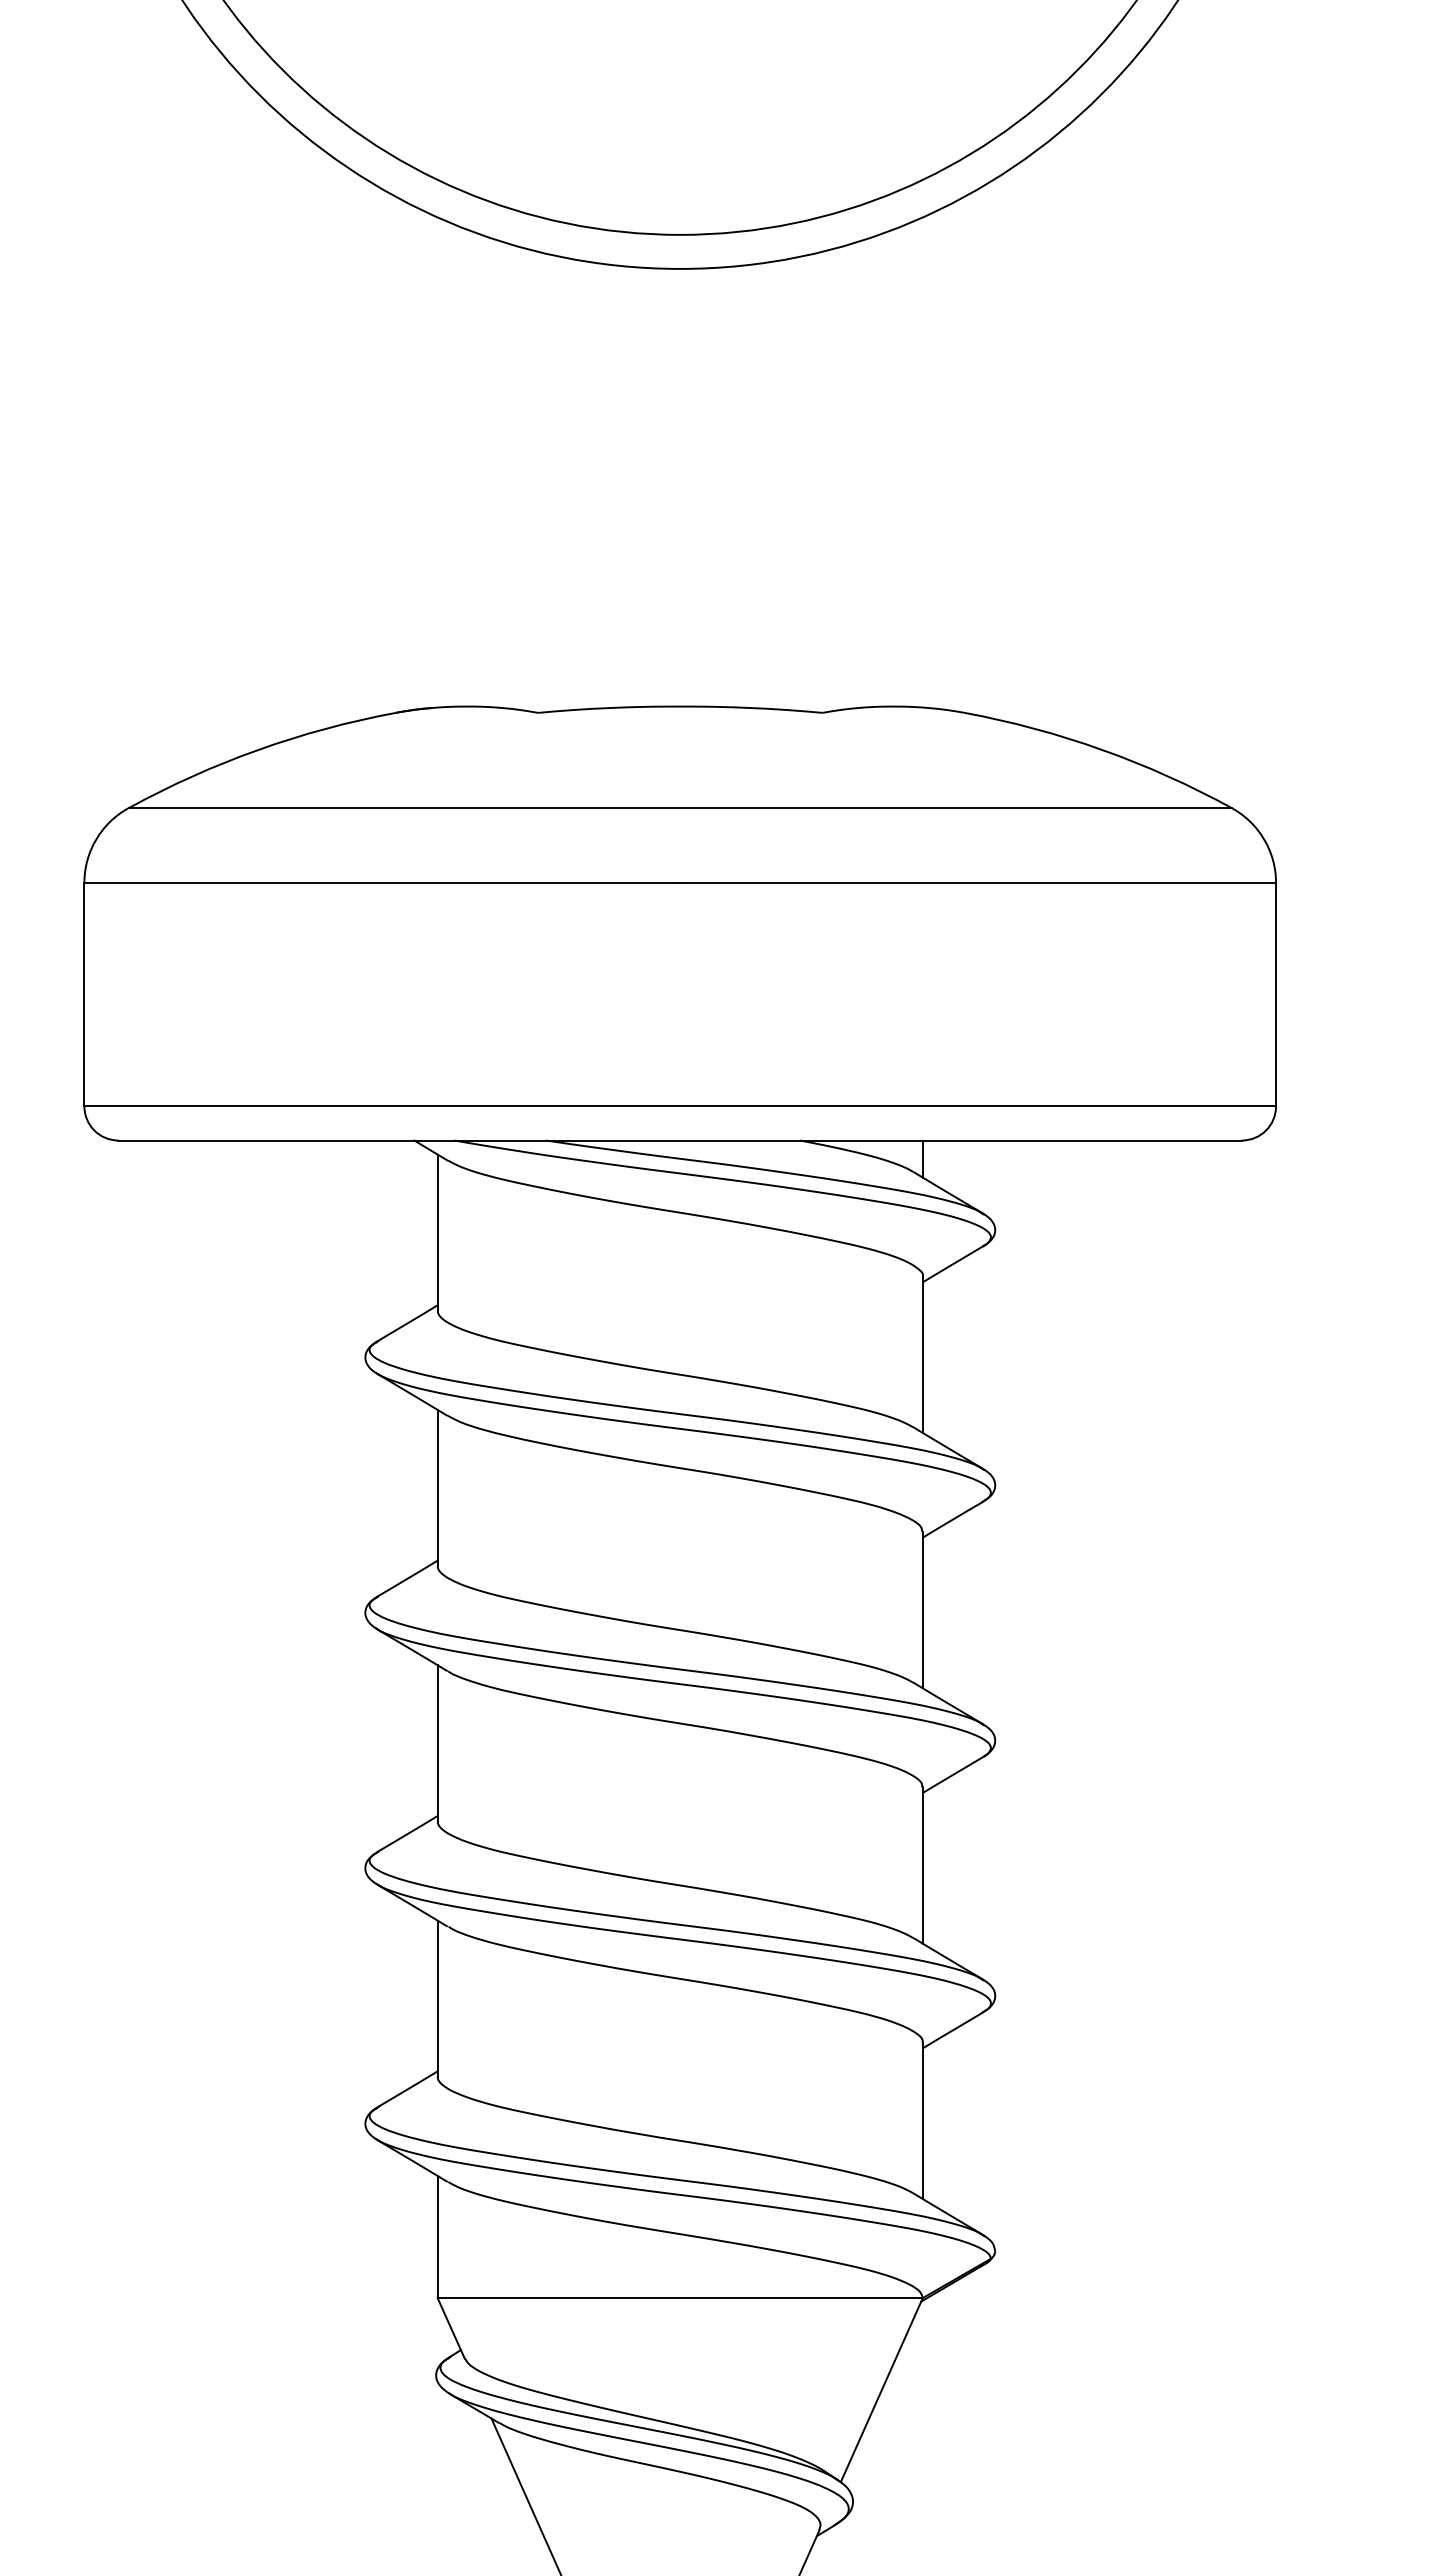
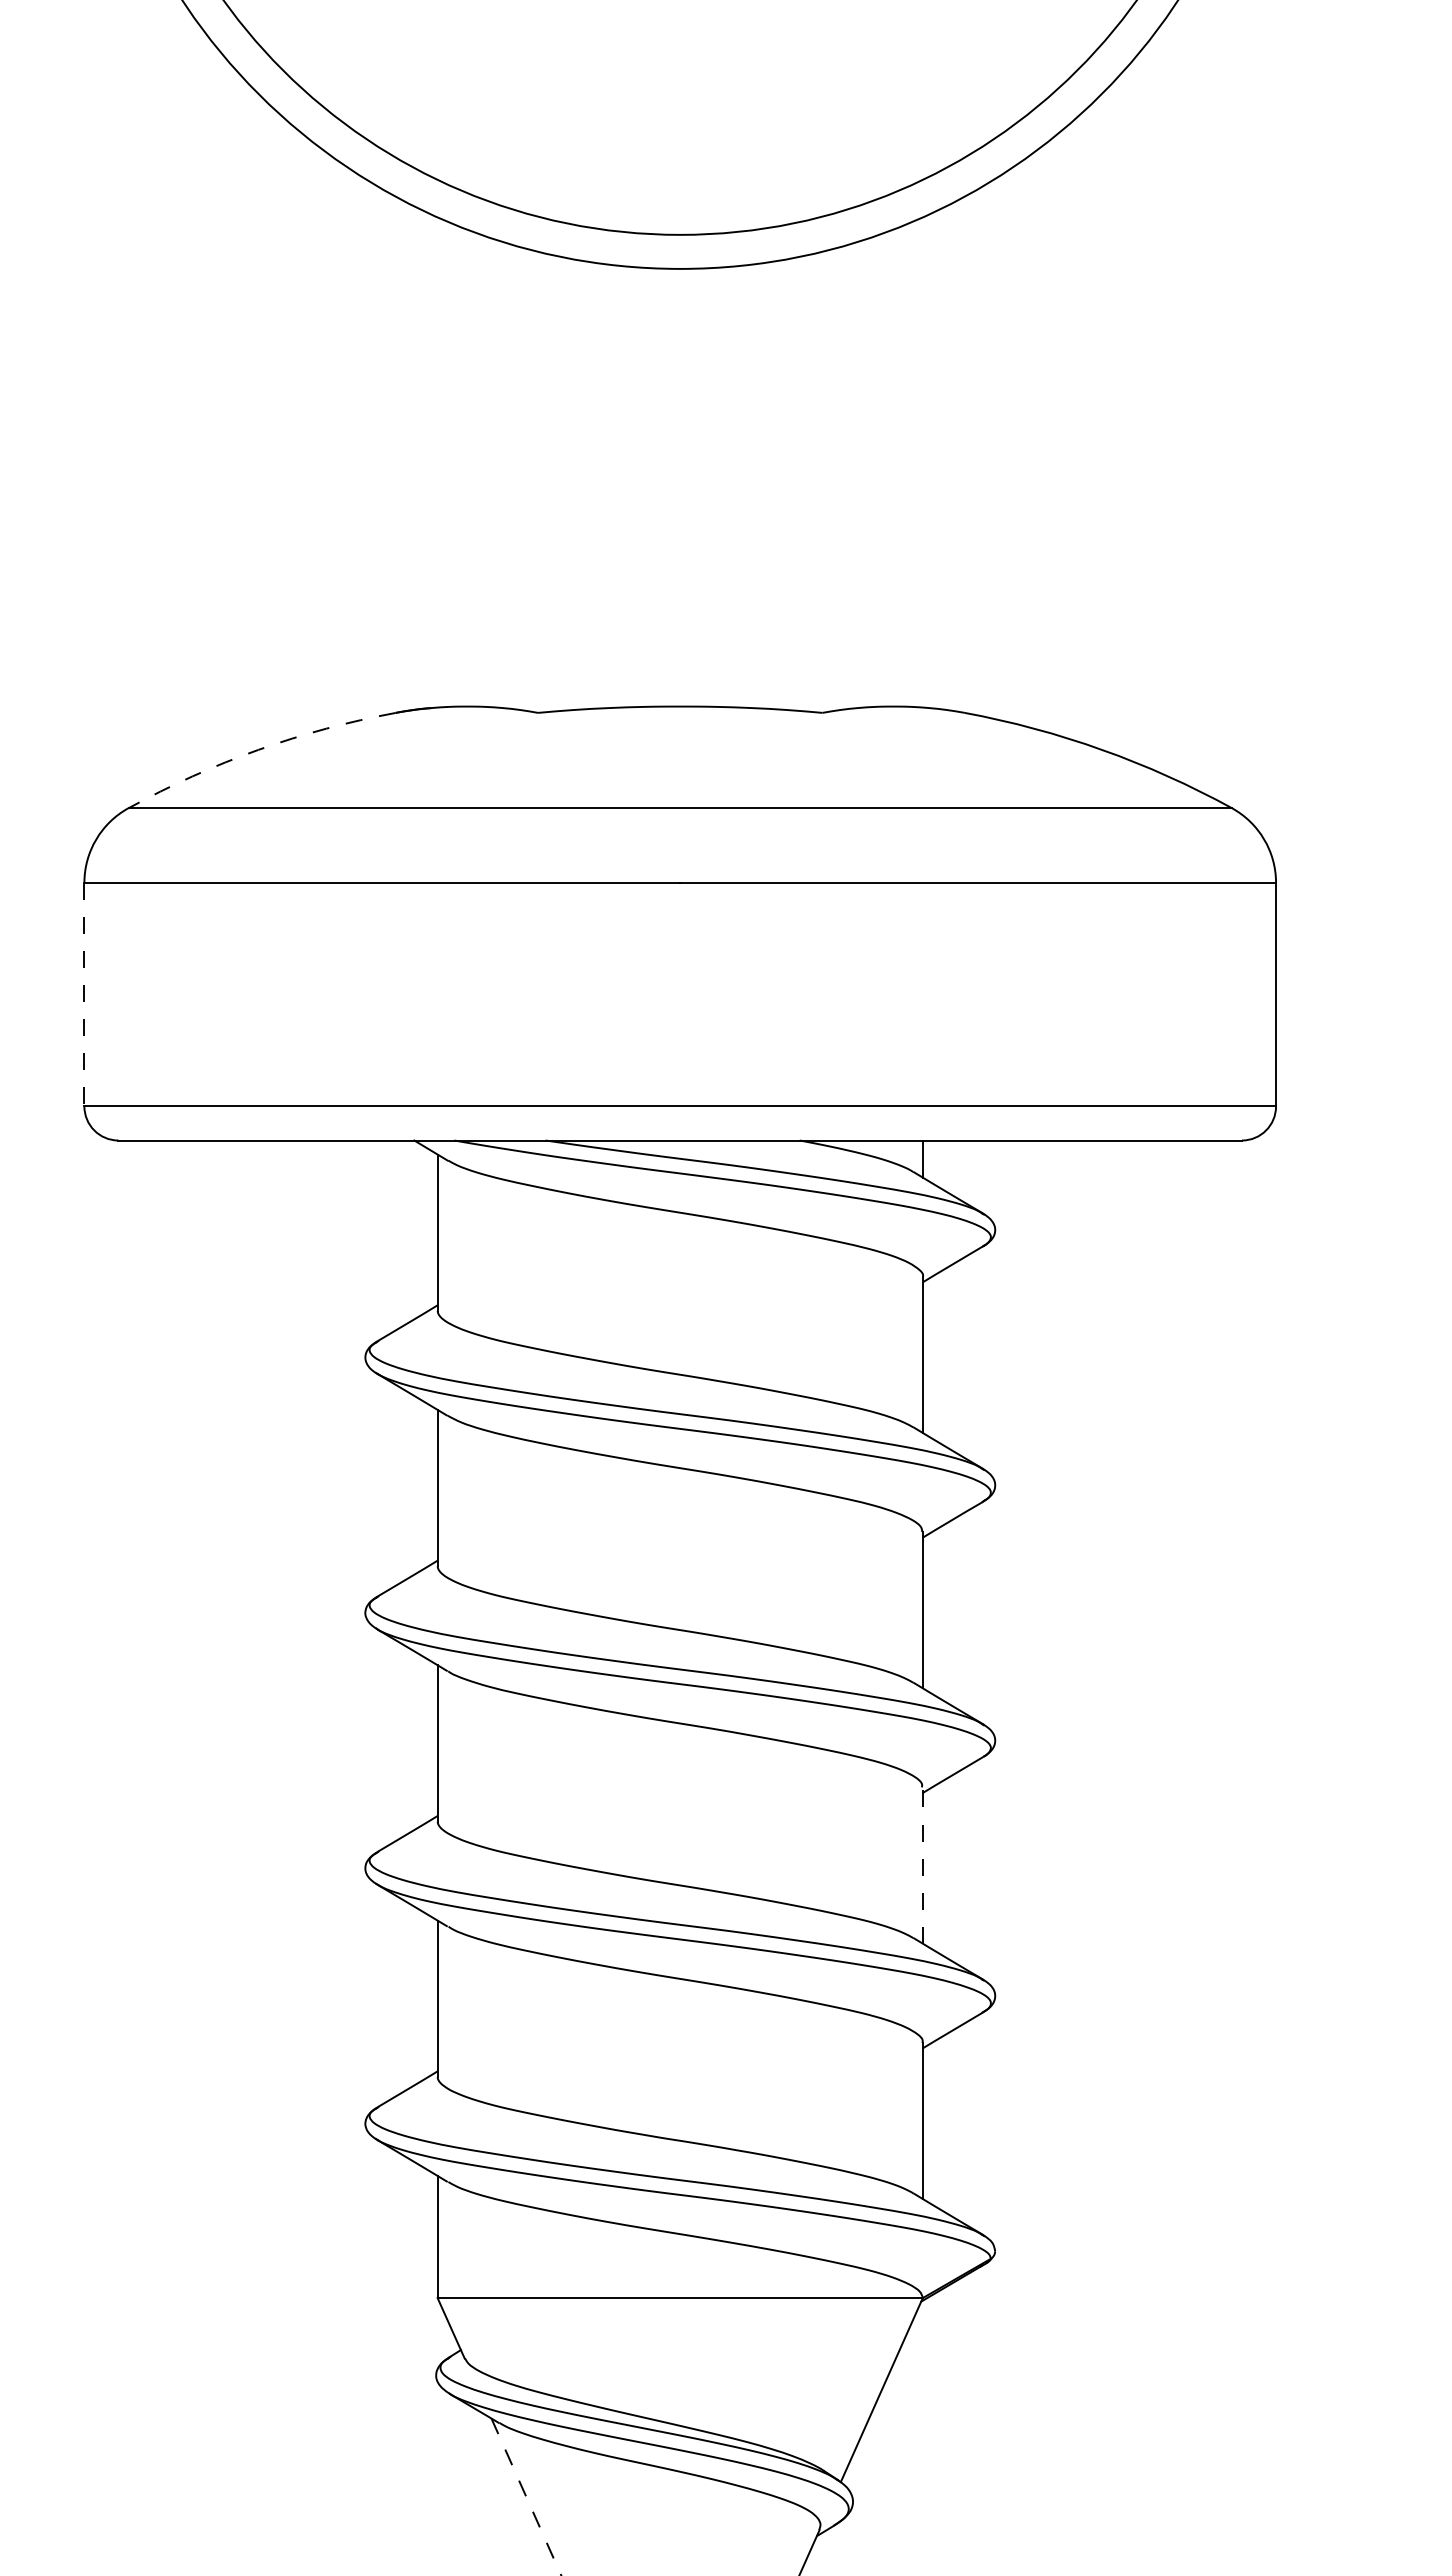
arc at (258, 749): solid -> dashed
line at (84, 994): solid -> dashed
line at (922, 1865): solid -> dashed
line at (526, 2496): solid -> dashed
